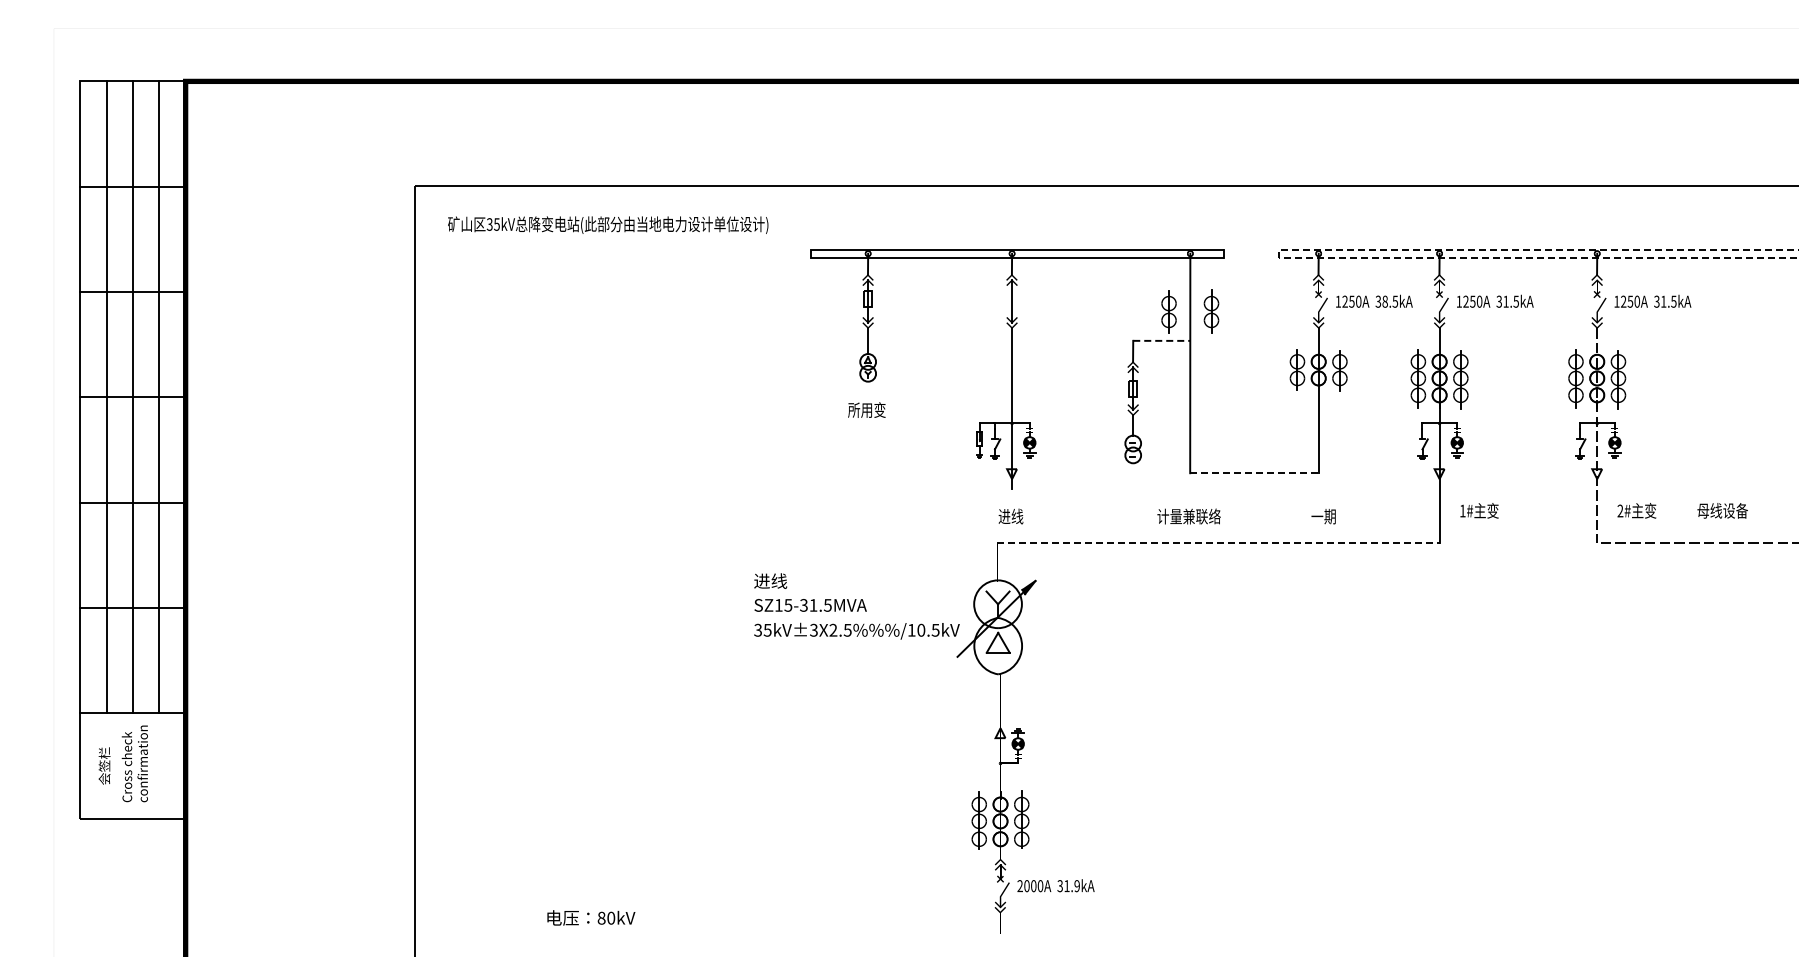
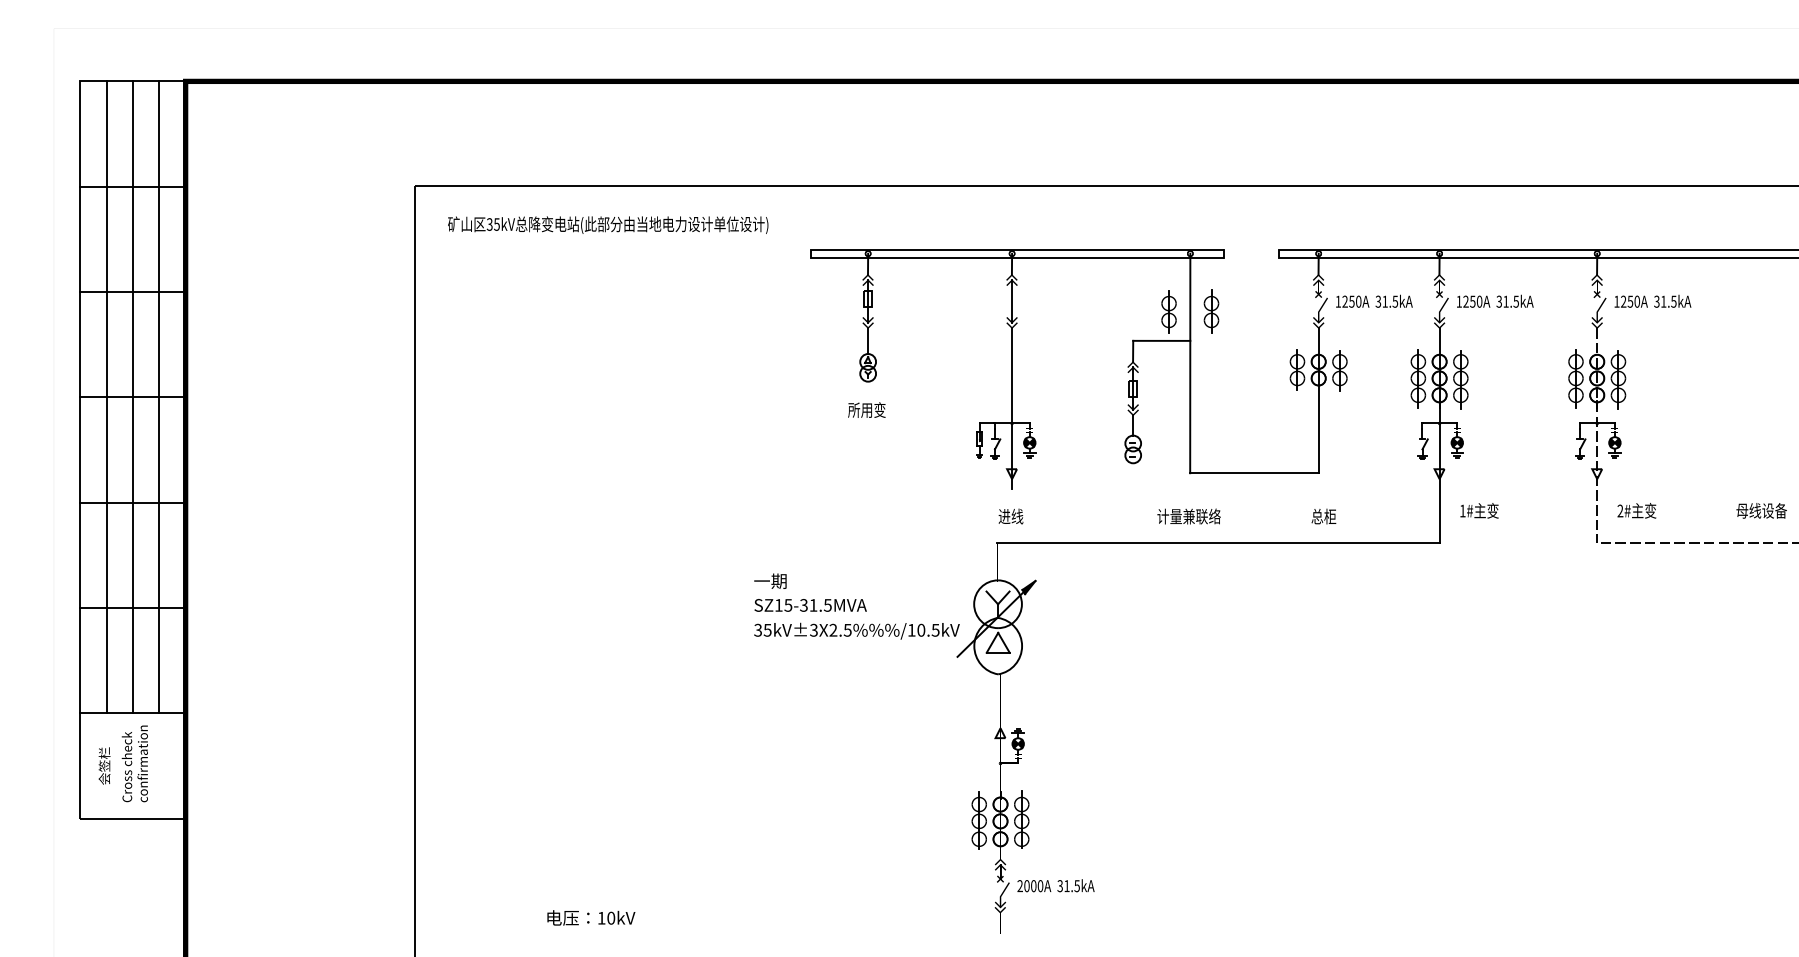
line at (1279, 254): dashed -> solid
text at (1384, 301): 38.5kA -> 31.5kA
line at (1161, 340): dashed -> solid
line at (1254, 473): dashed -> solid
text at (1722, 510) position: (1722, 510) -> (1761, 510)
text at (1323, 516): 一期 -> 总柜
line at (1219, 543): dashed -> solid
text at (770, 580): 进线 -> 一期
text at (1076, 886): 31.9kA -> 31.5kA
text at (601, 917): 80kV -> 10kV
